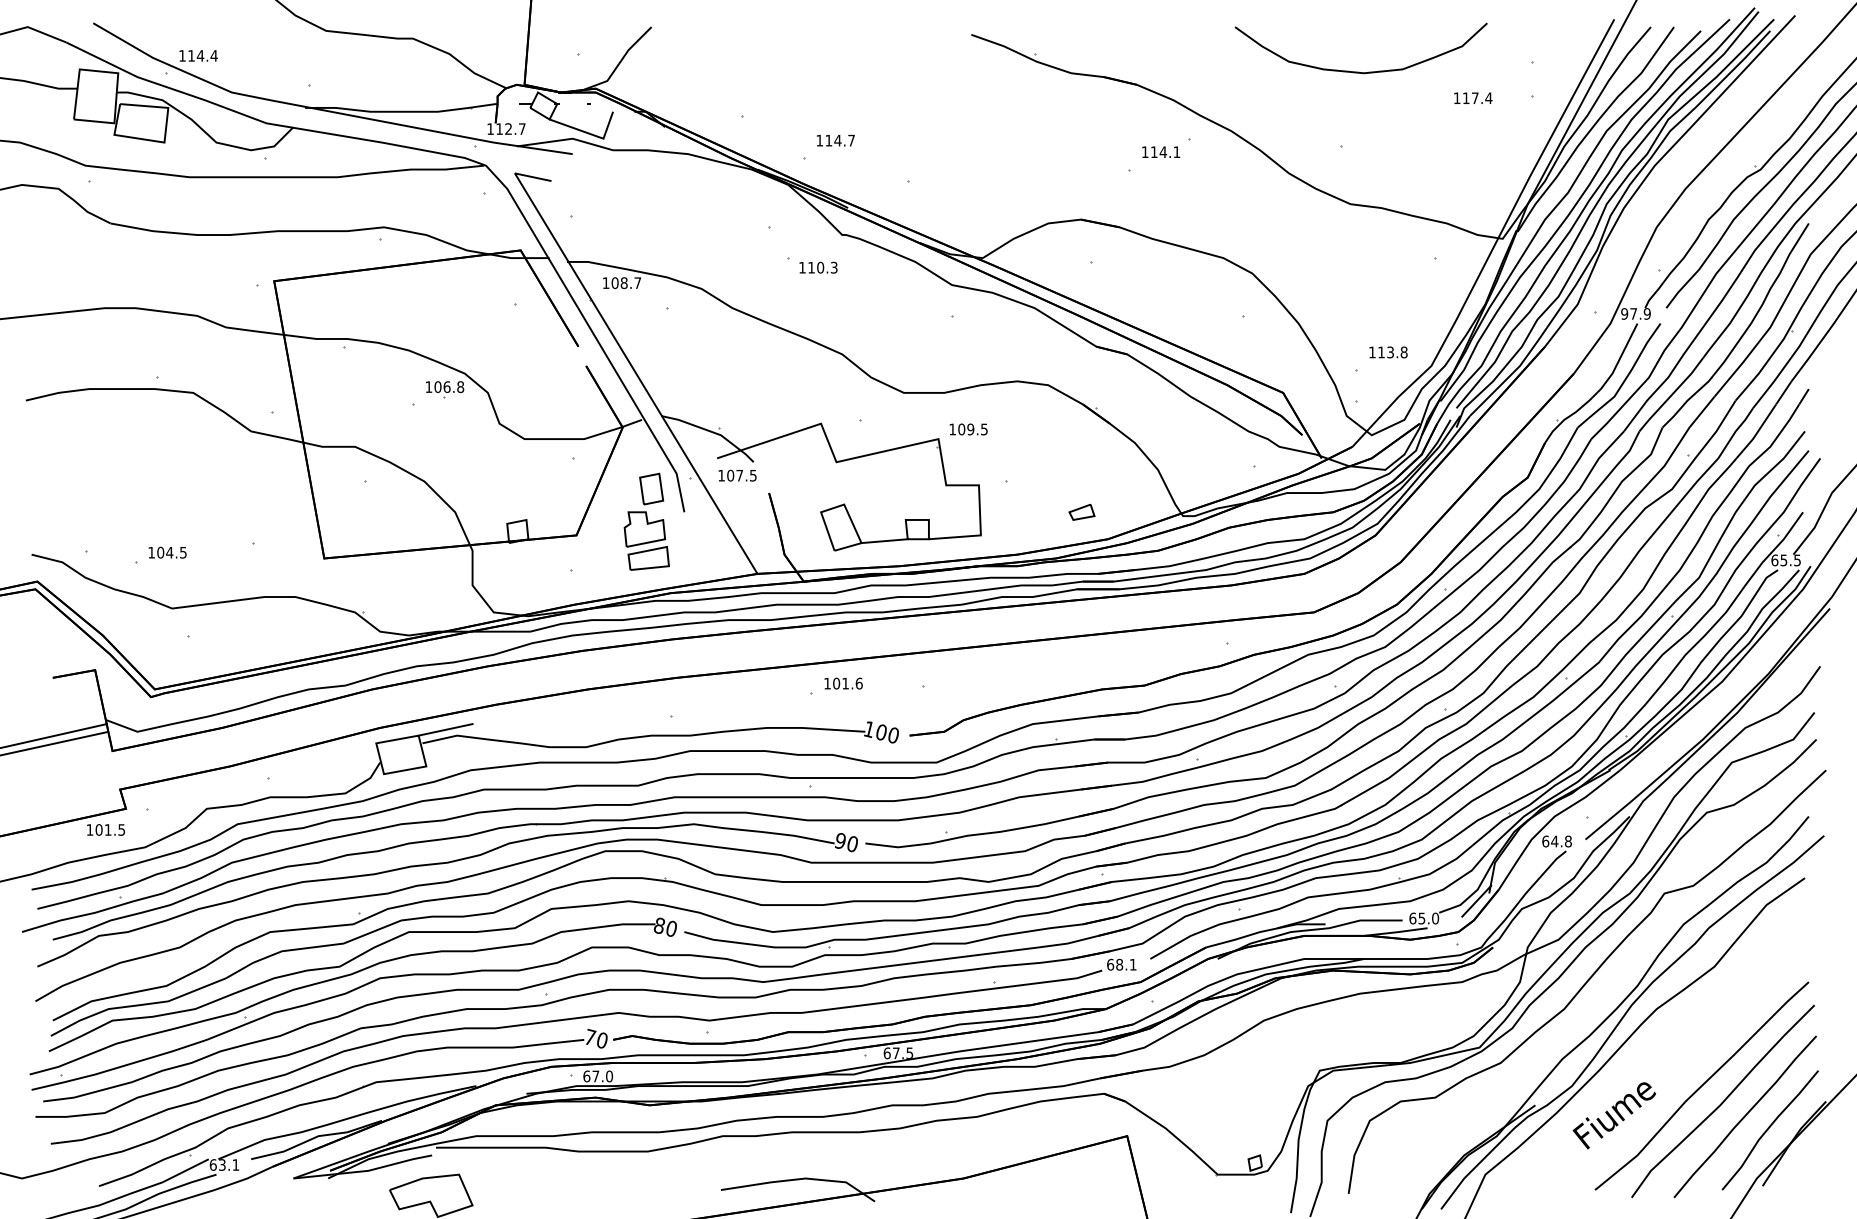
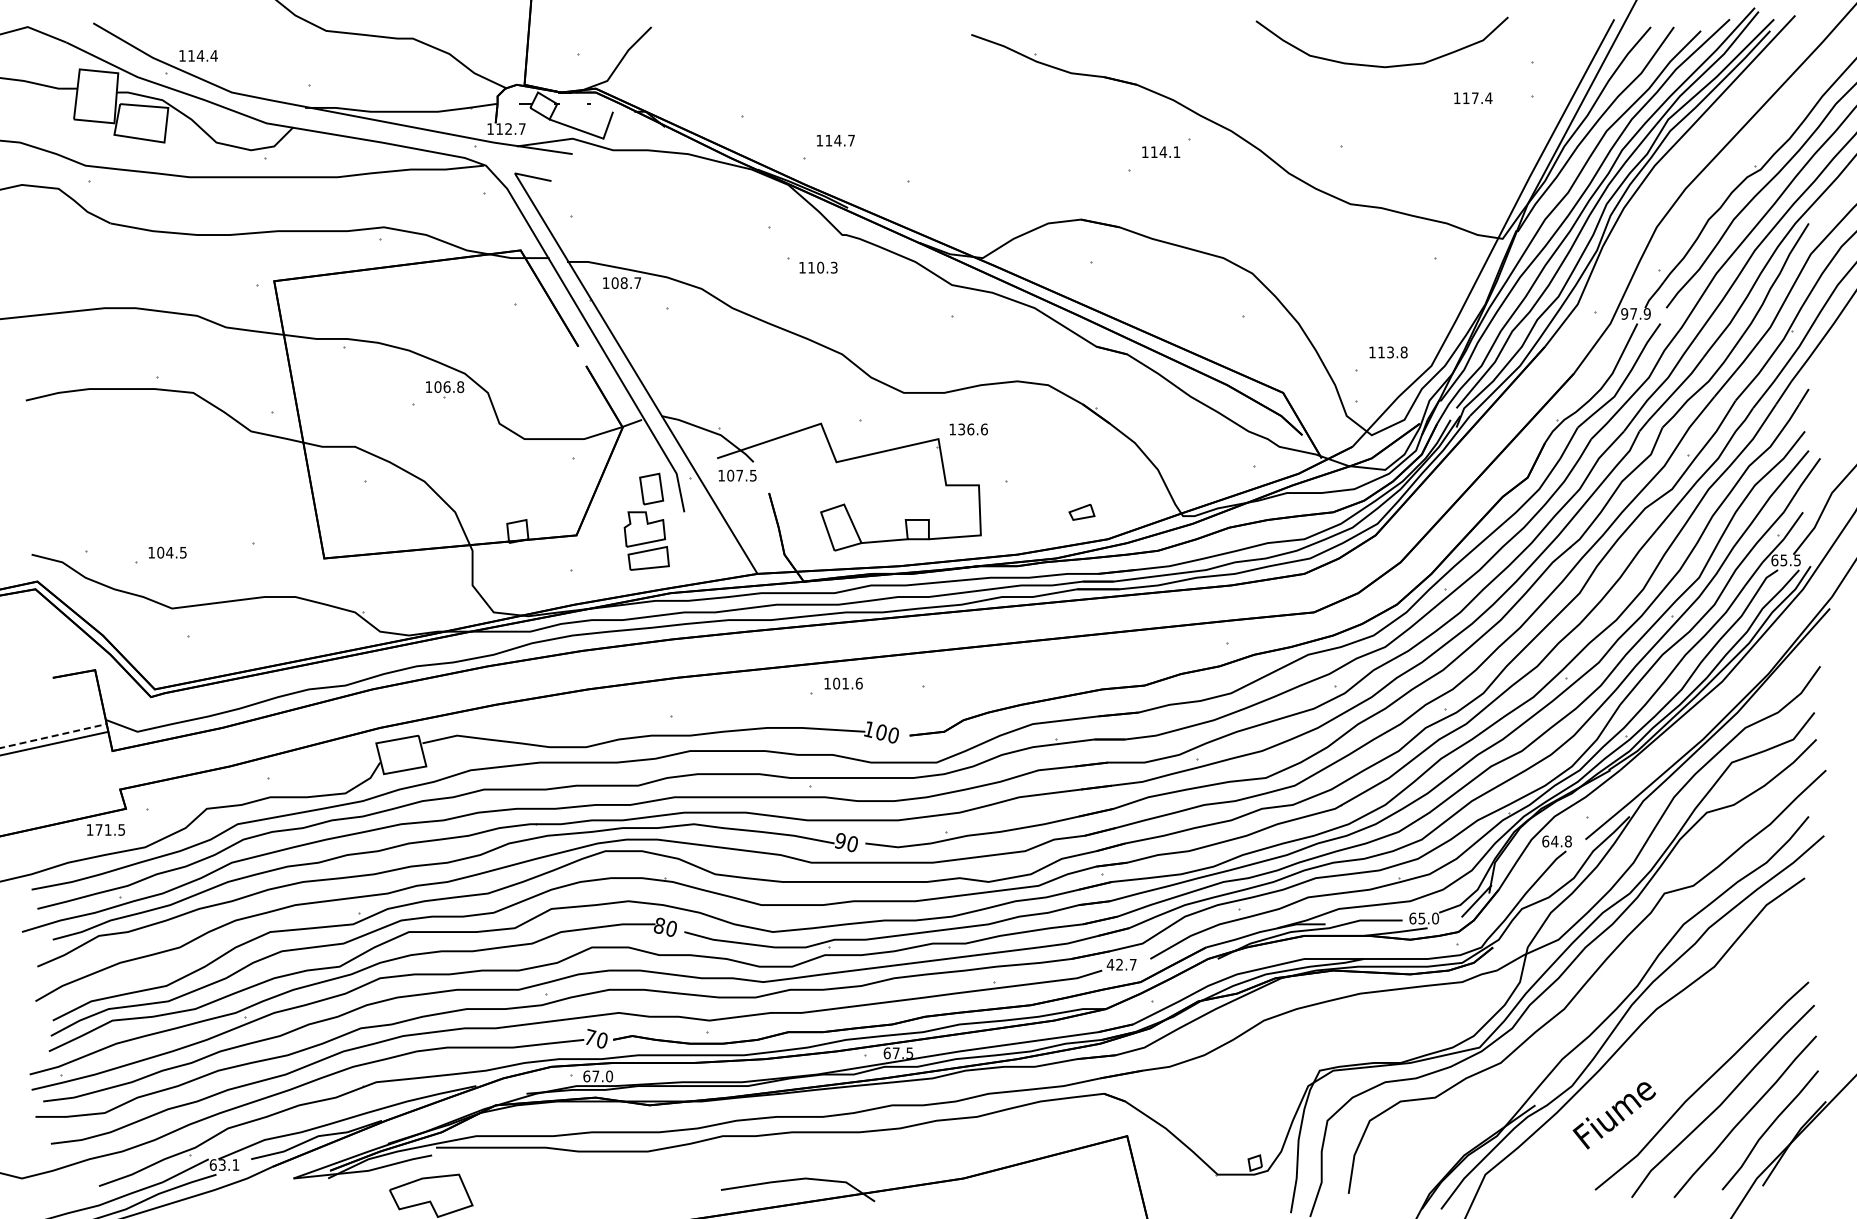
curve at (1359, 71) position: (1359, 71) -> (1380, 65)
text at (972, 429): 109.5 -> 136.6
line at (445, 729): present -> none
line at (54, 735): solid -> dashed
text at (98, 829): 101.5 -> 171.5
text at (1121, 964): 68.1 -> 42.7
